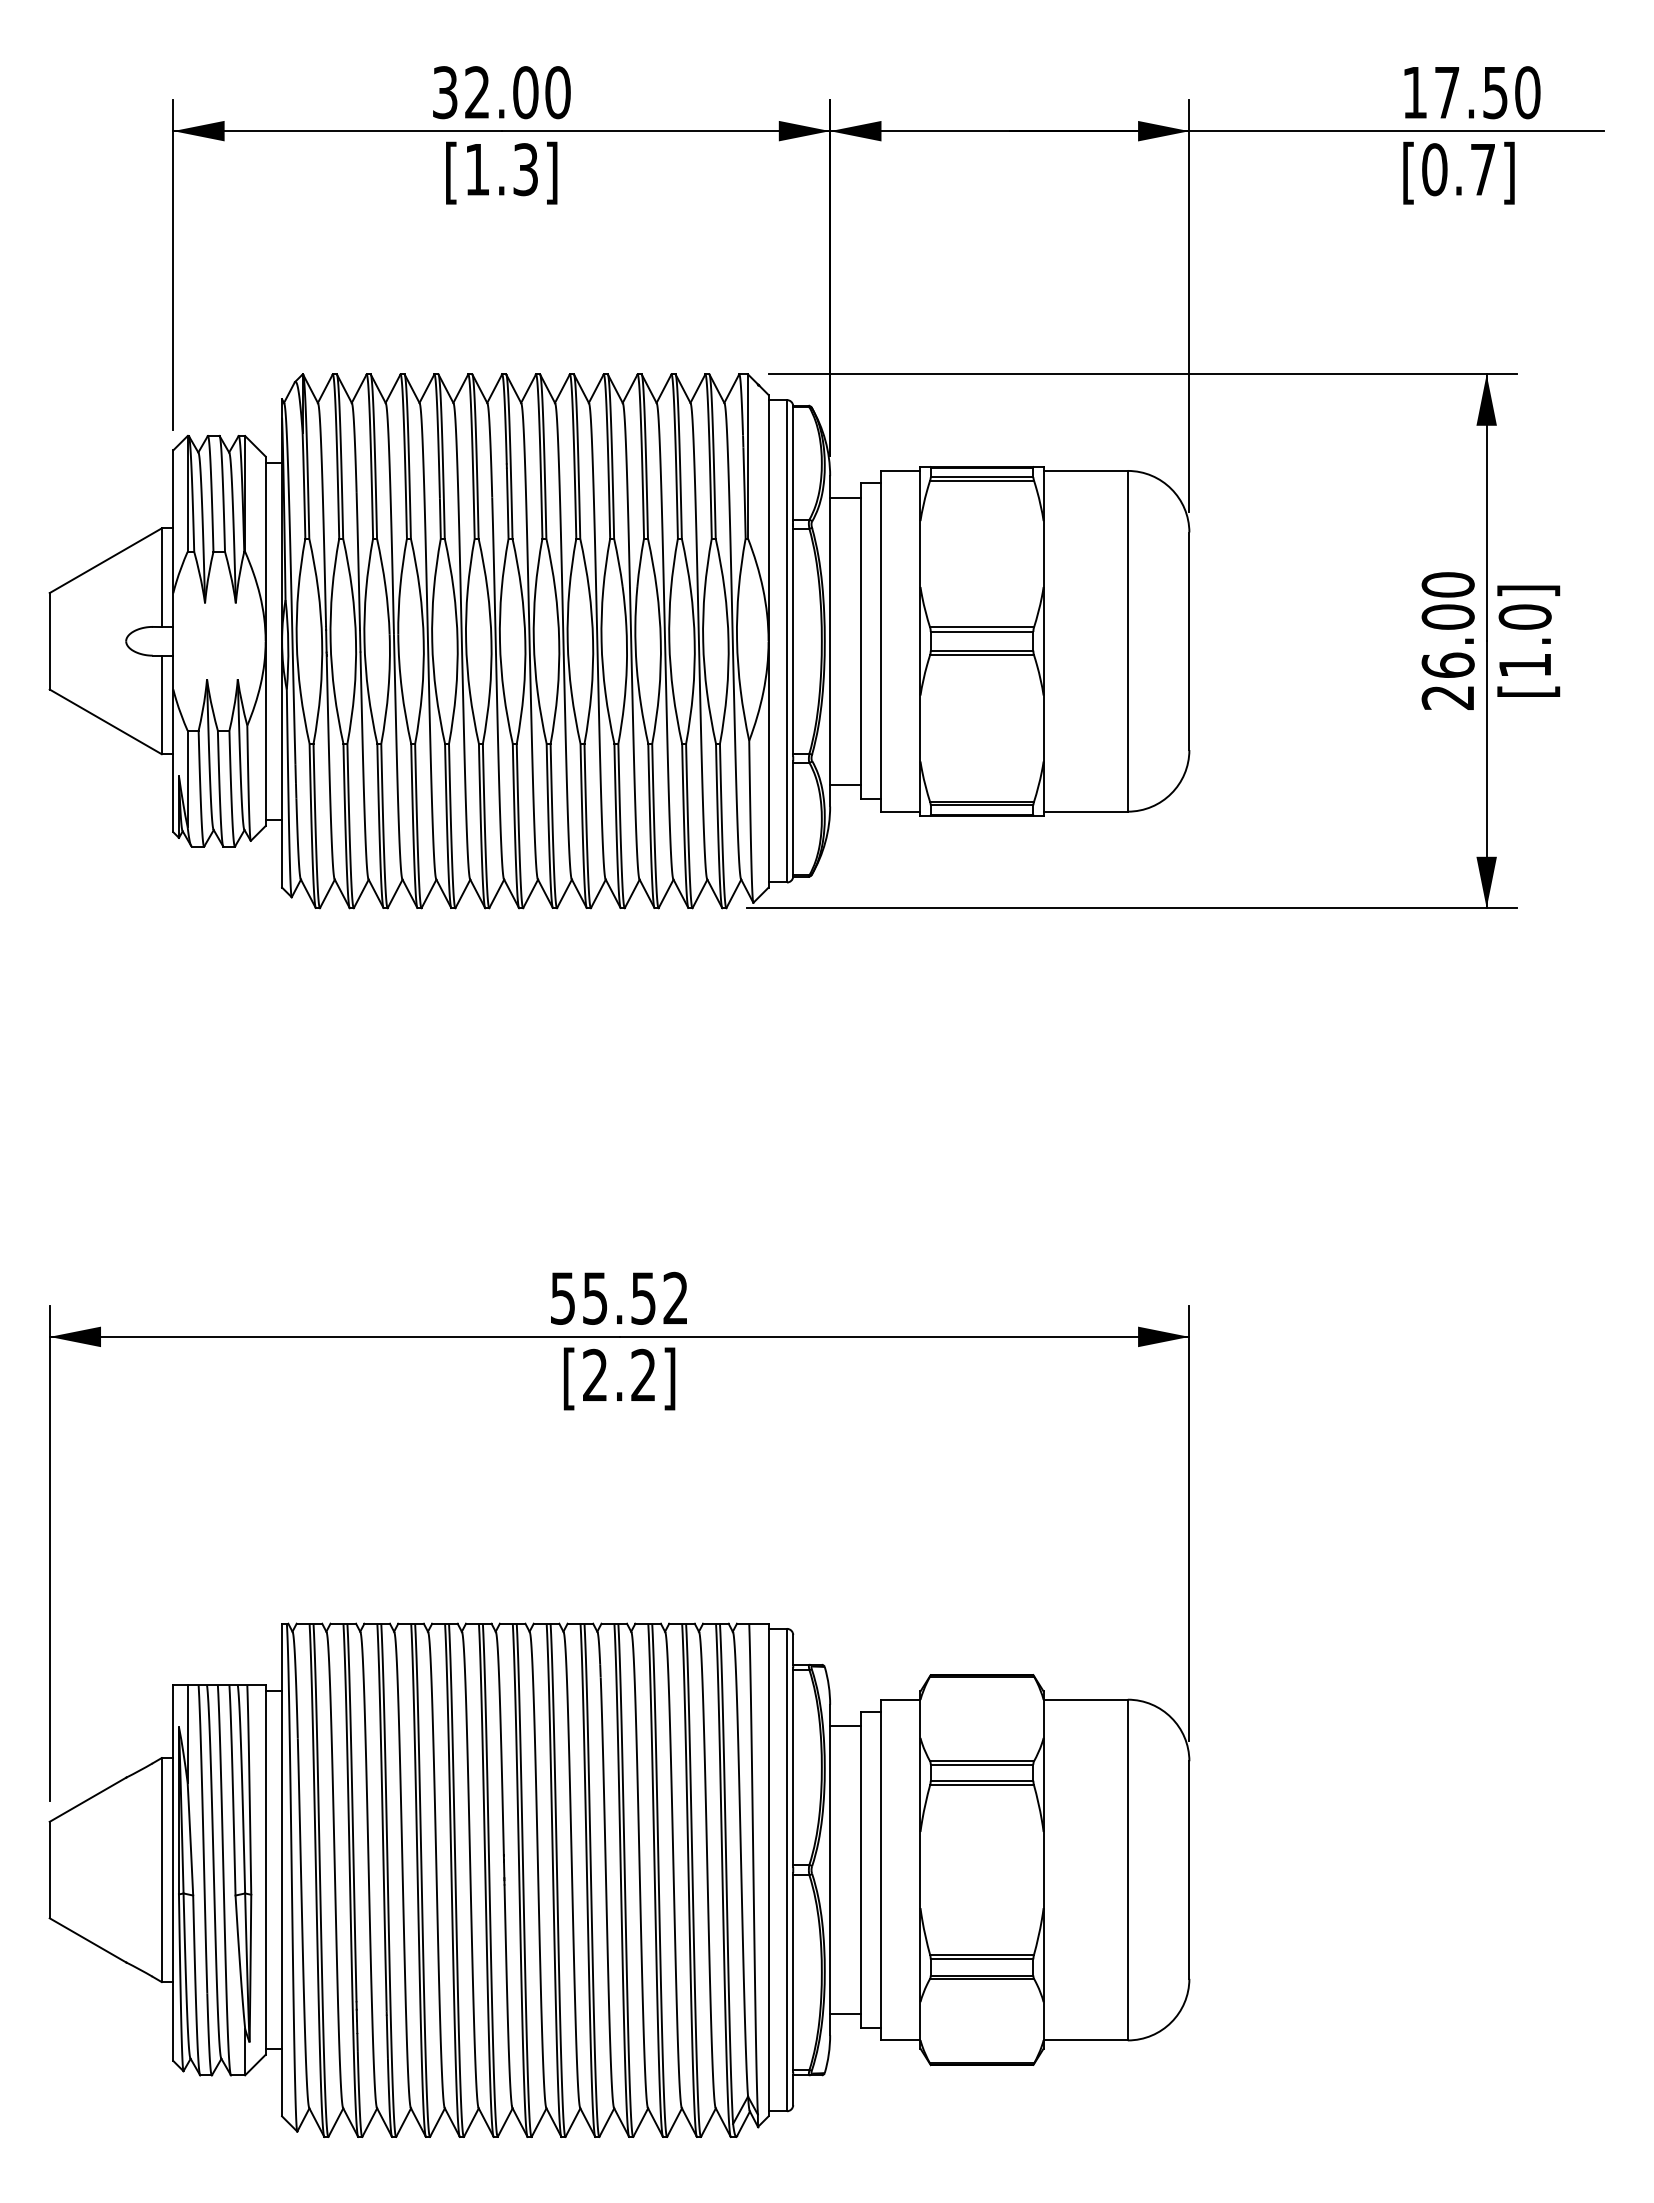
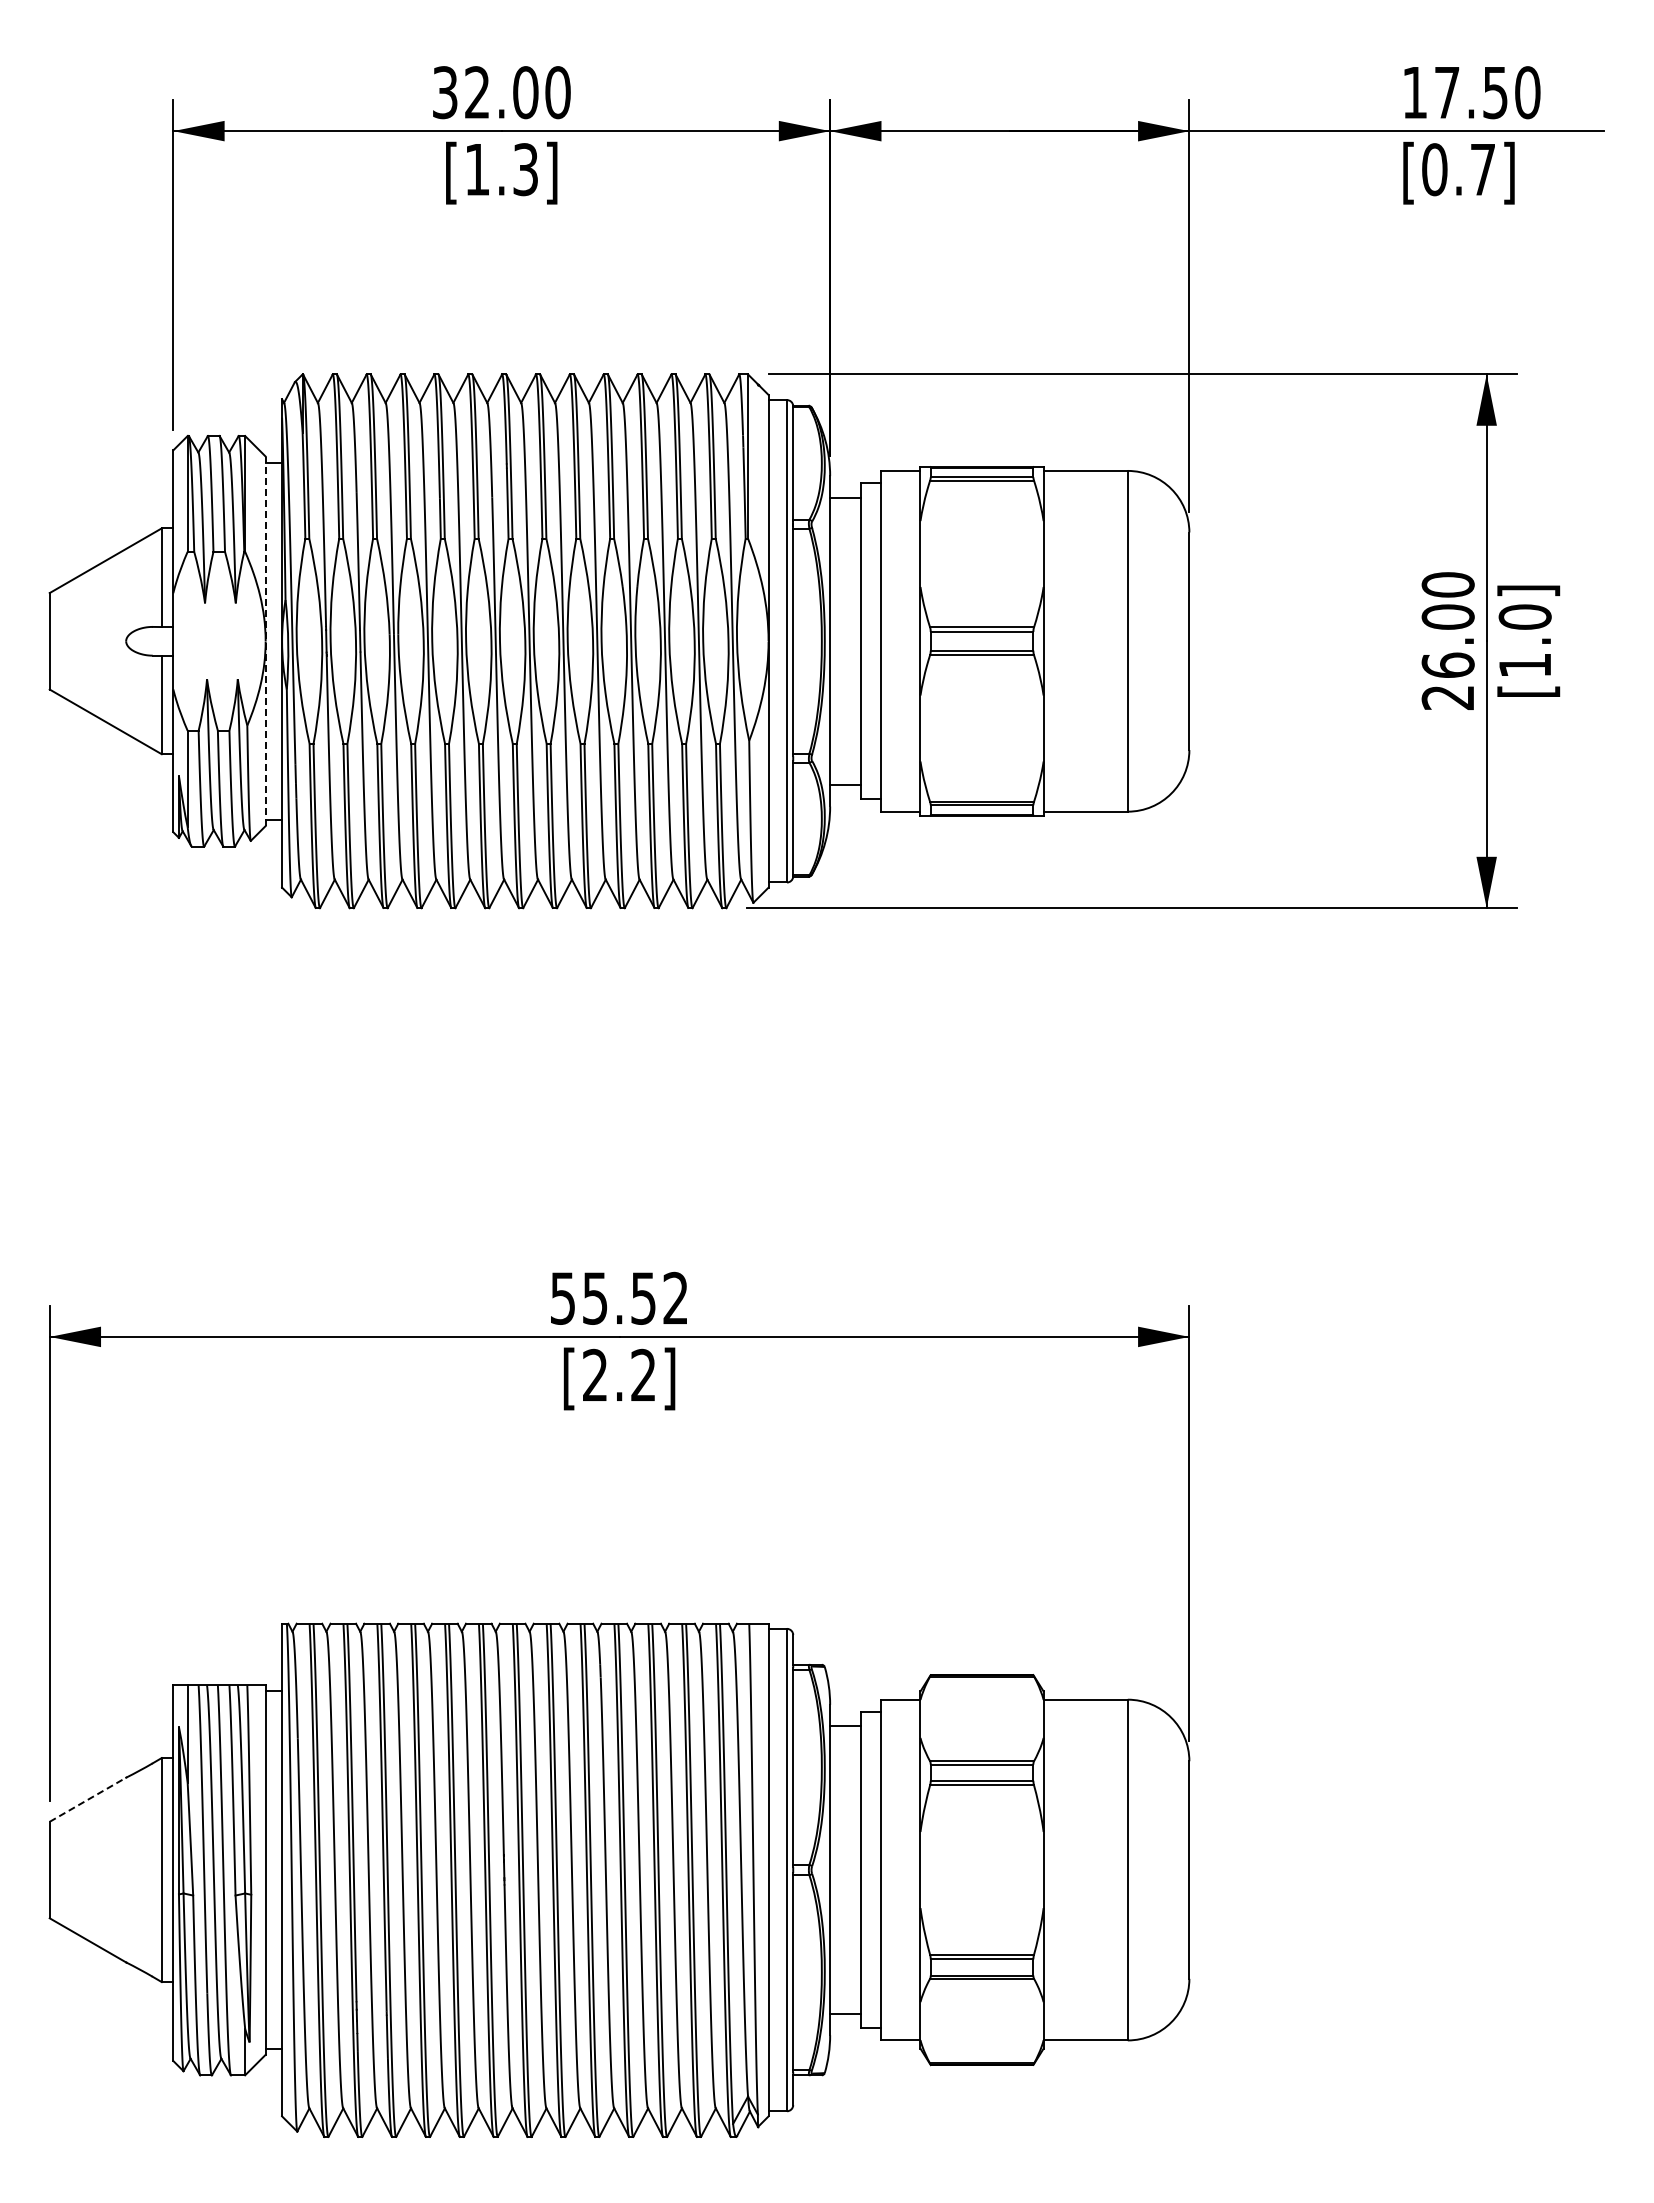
line at (265, 641): solid -> dashed
line at (88, 1799): solid -> dashed
